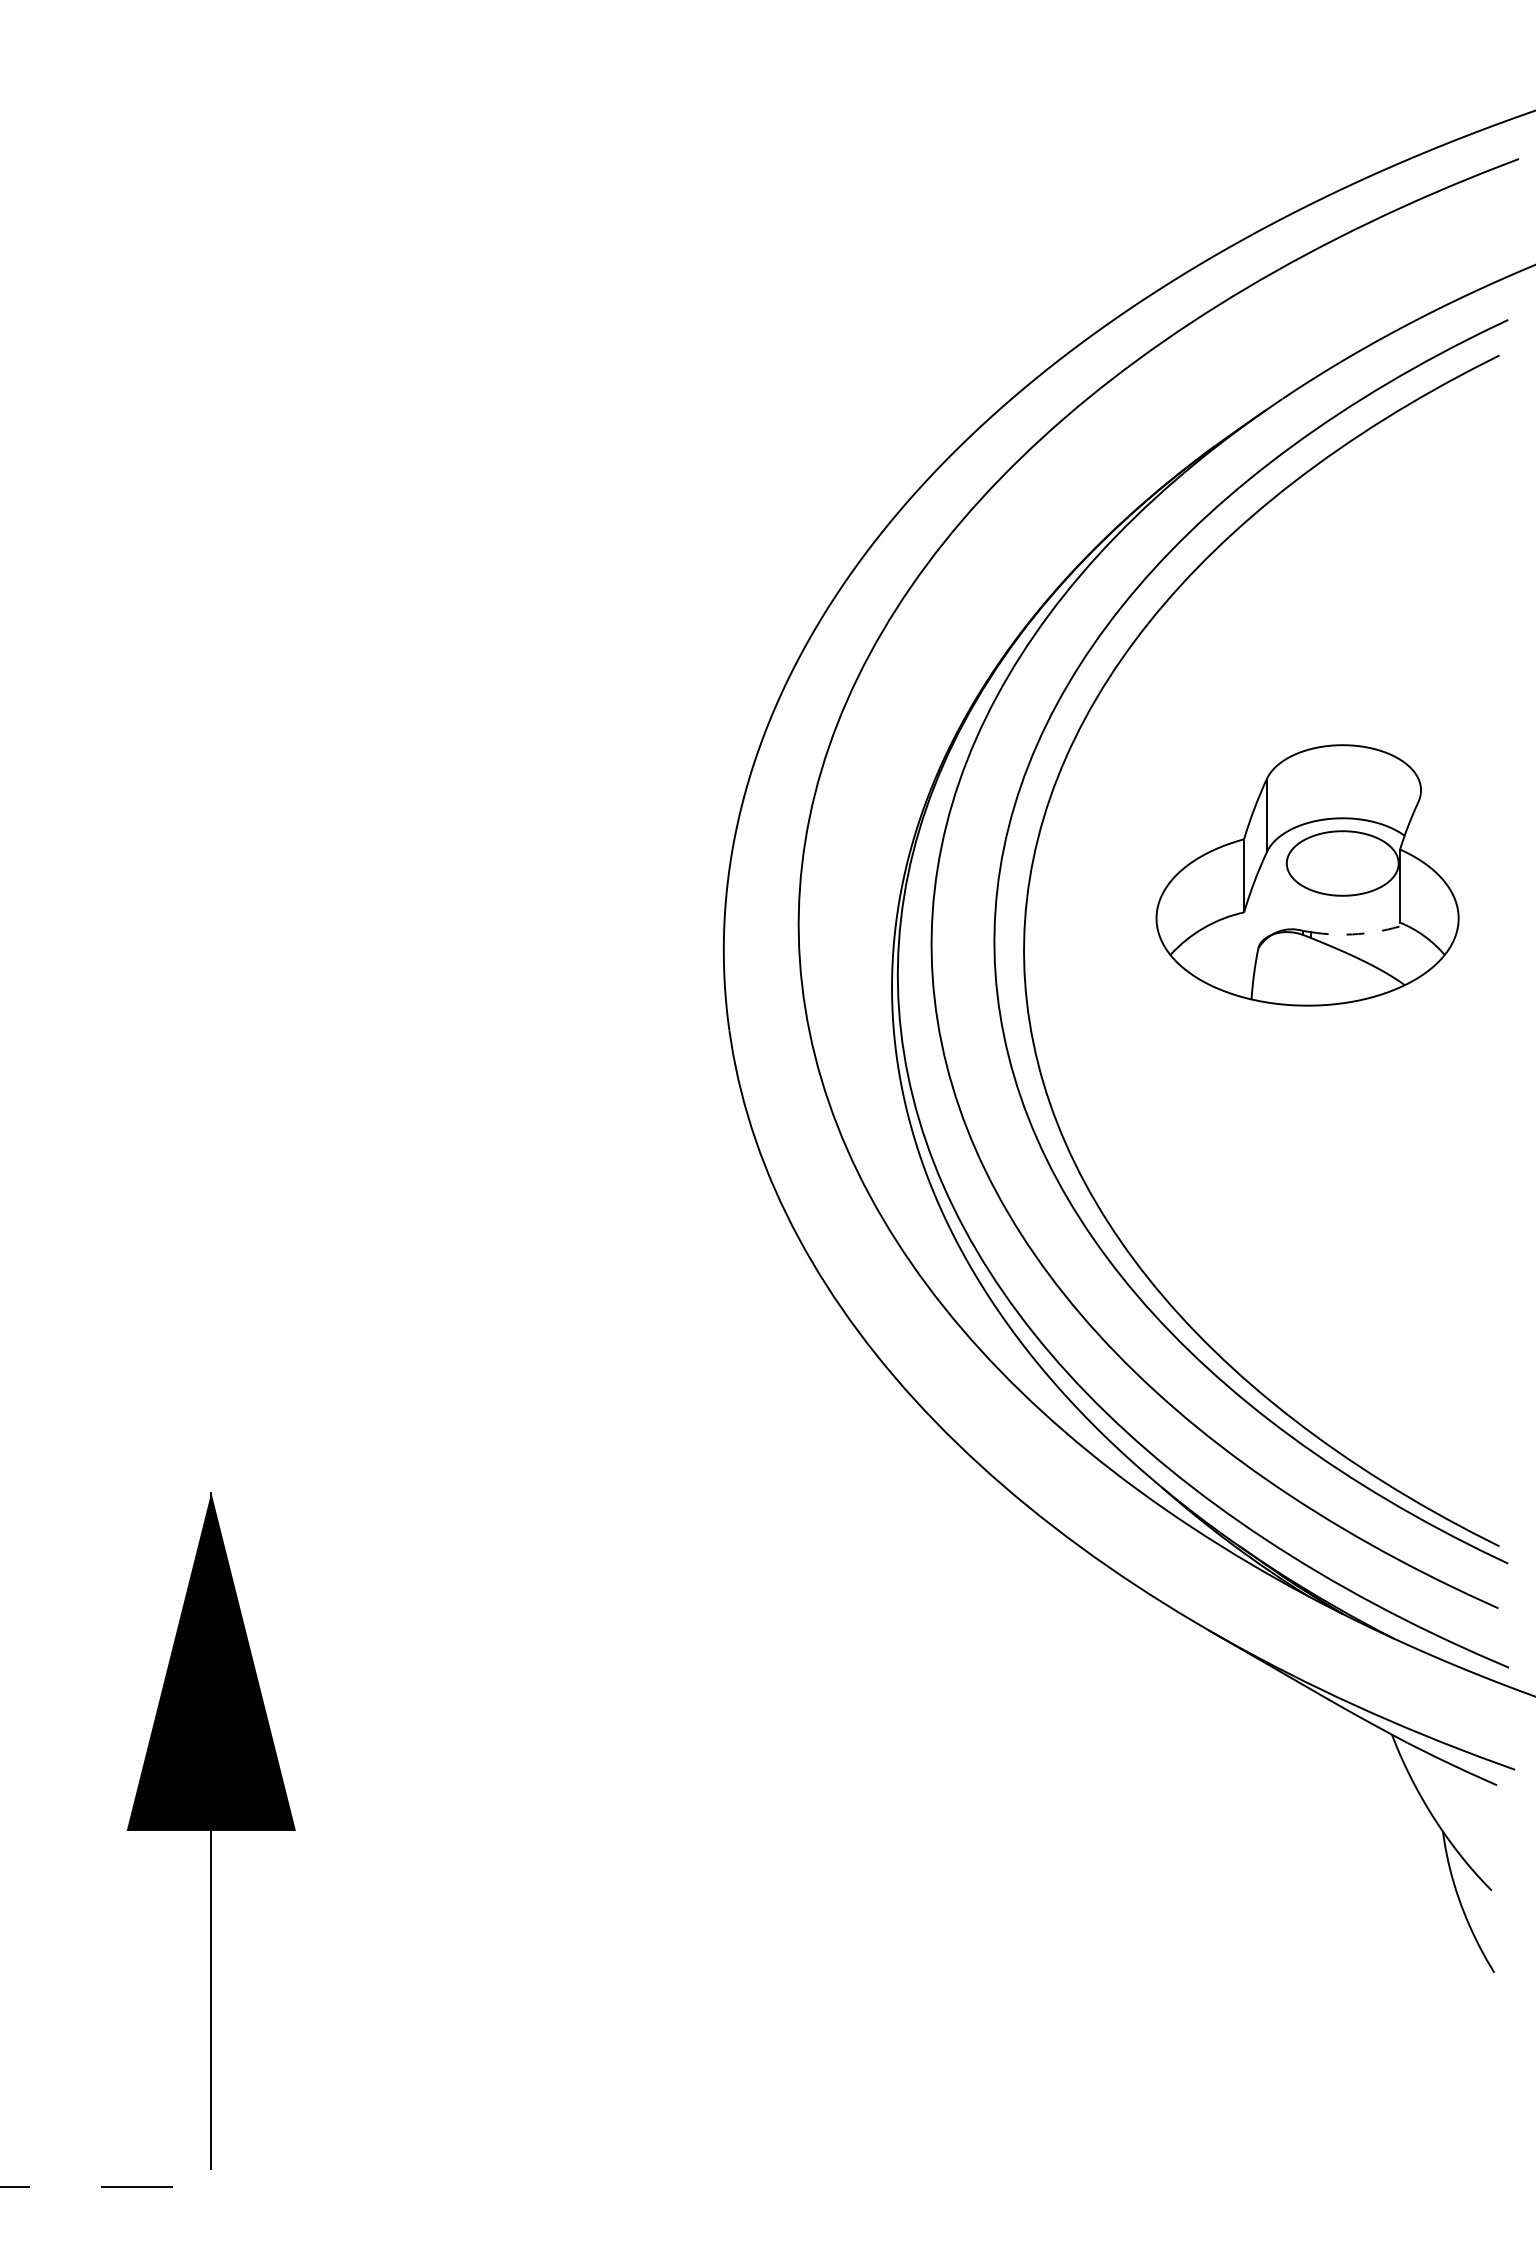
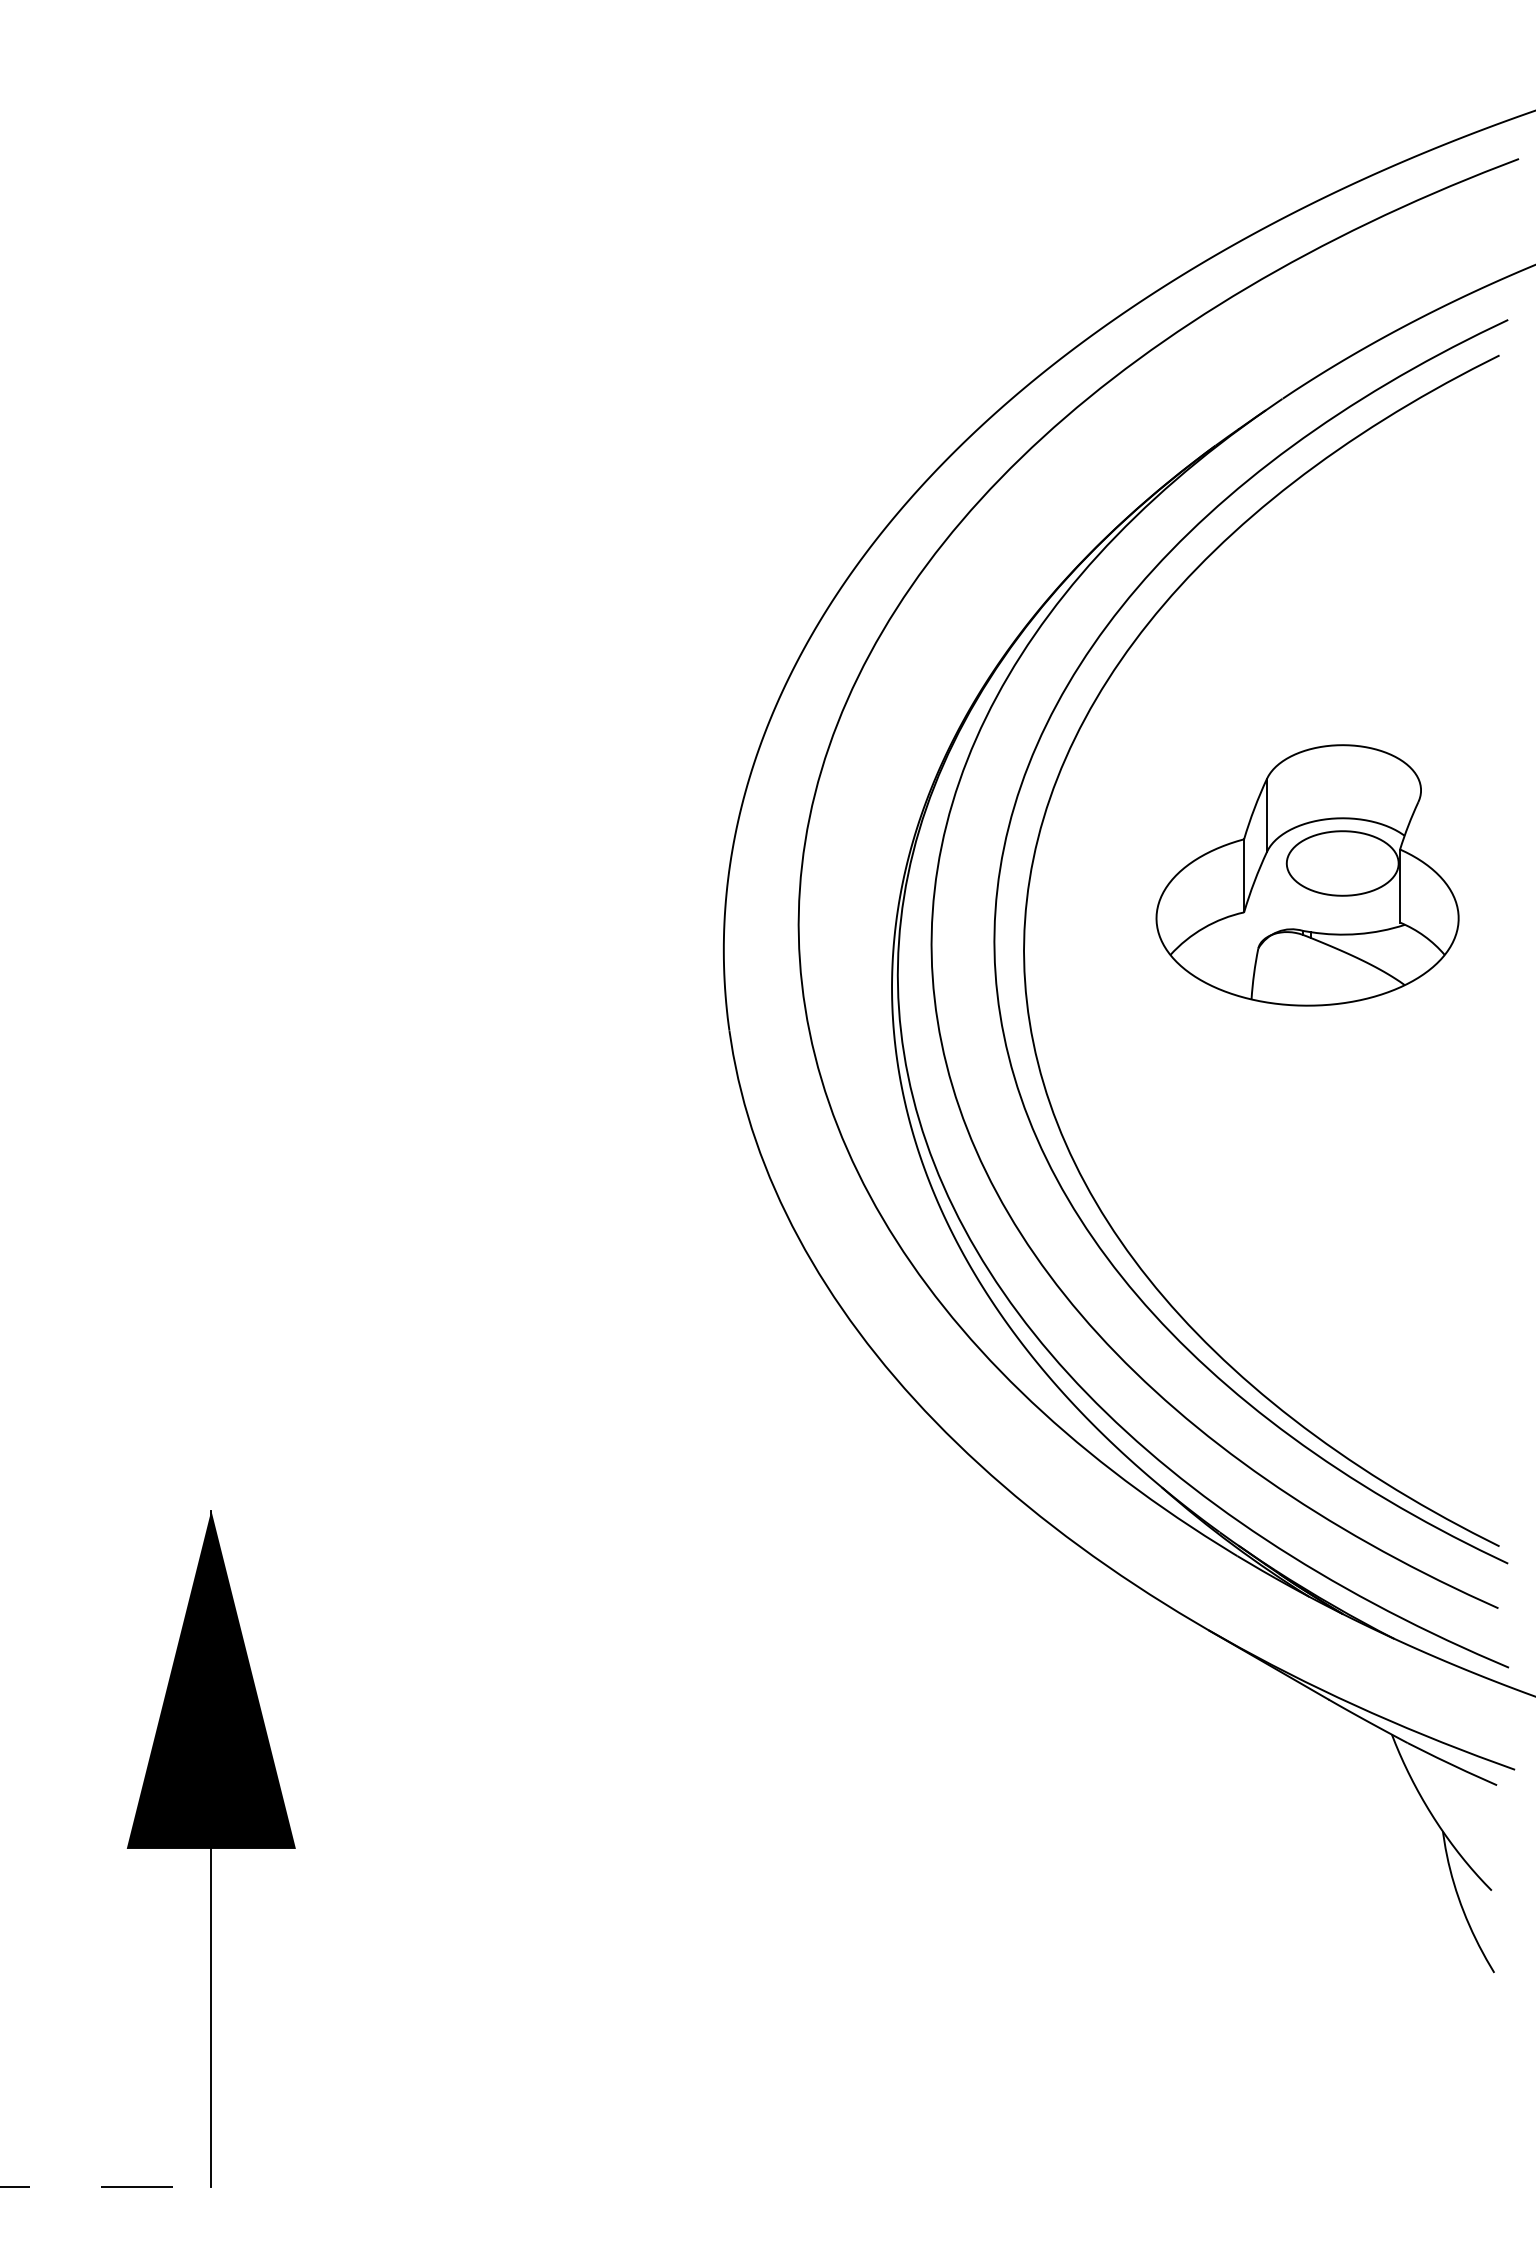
arc at (1358, 934): dashed -> solid
part at (210, 1830) position: (210, 1830) -> (210, 1848)
